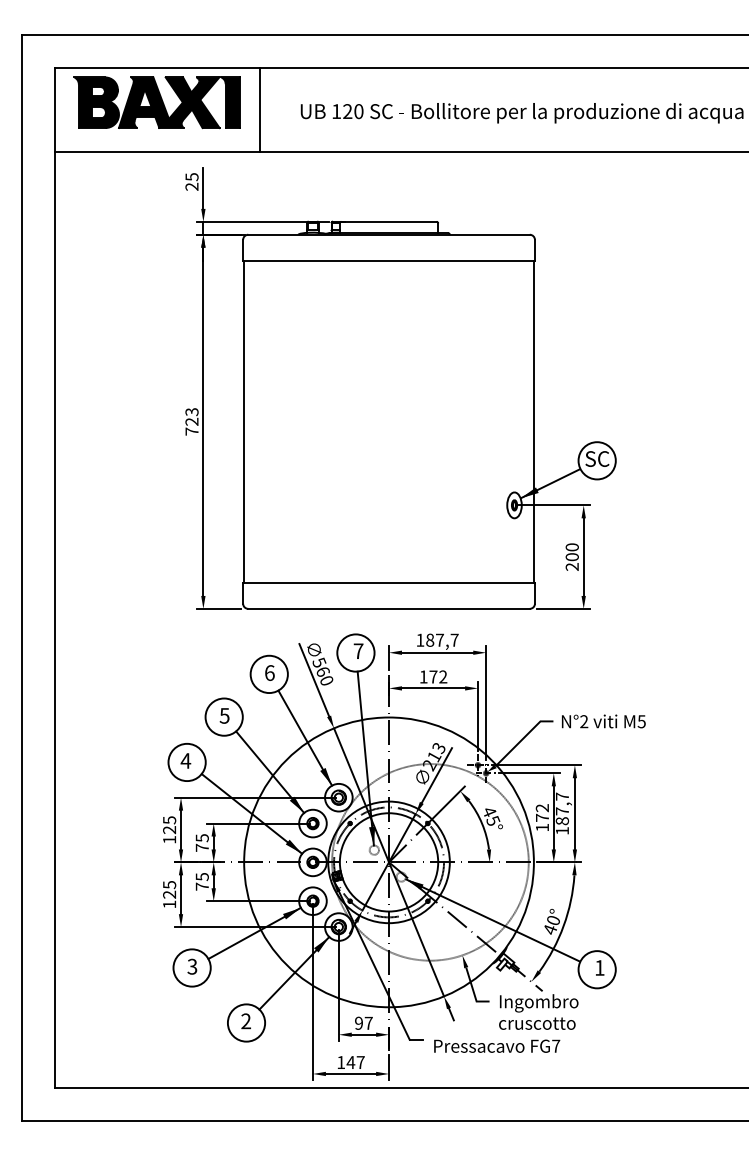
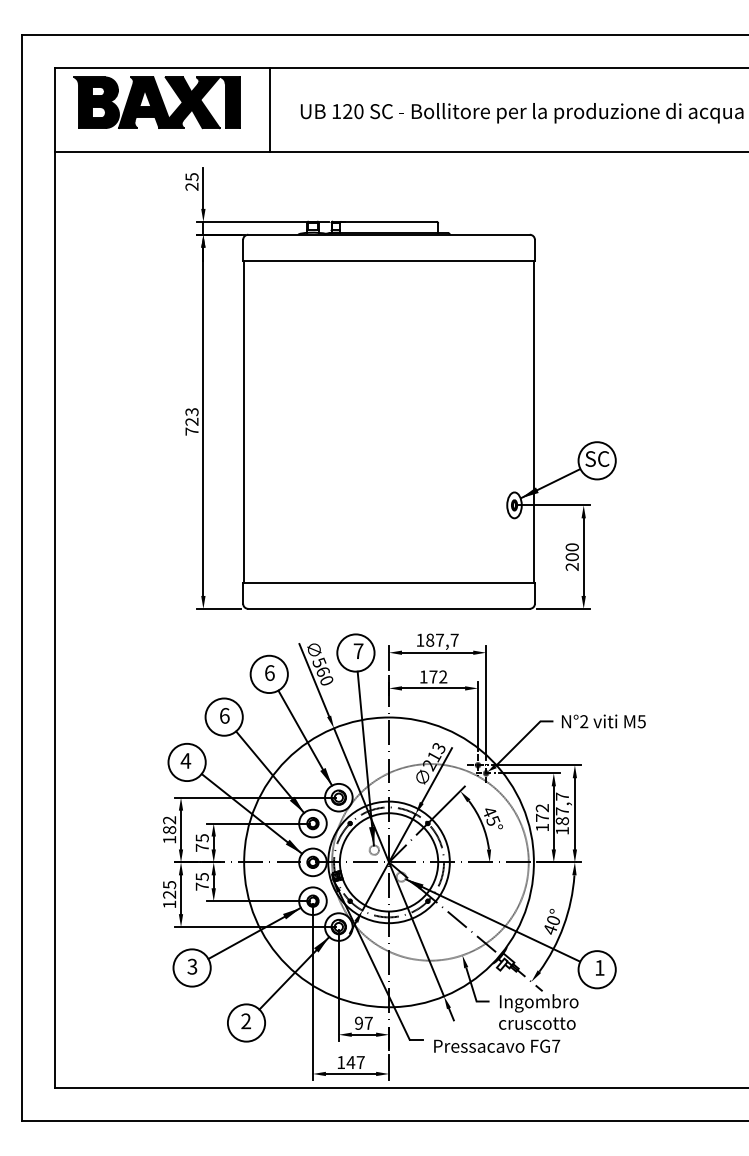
line at (259, 109) position: (259, 109) -> (269, 109)
text at (224, 715): 5 -> 6
text at (169, 825): 125 -> 182
